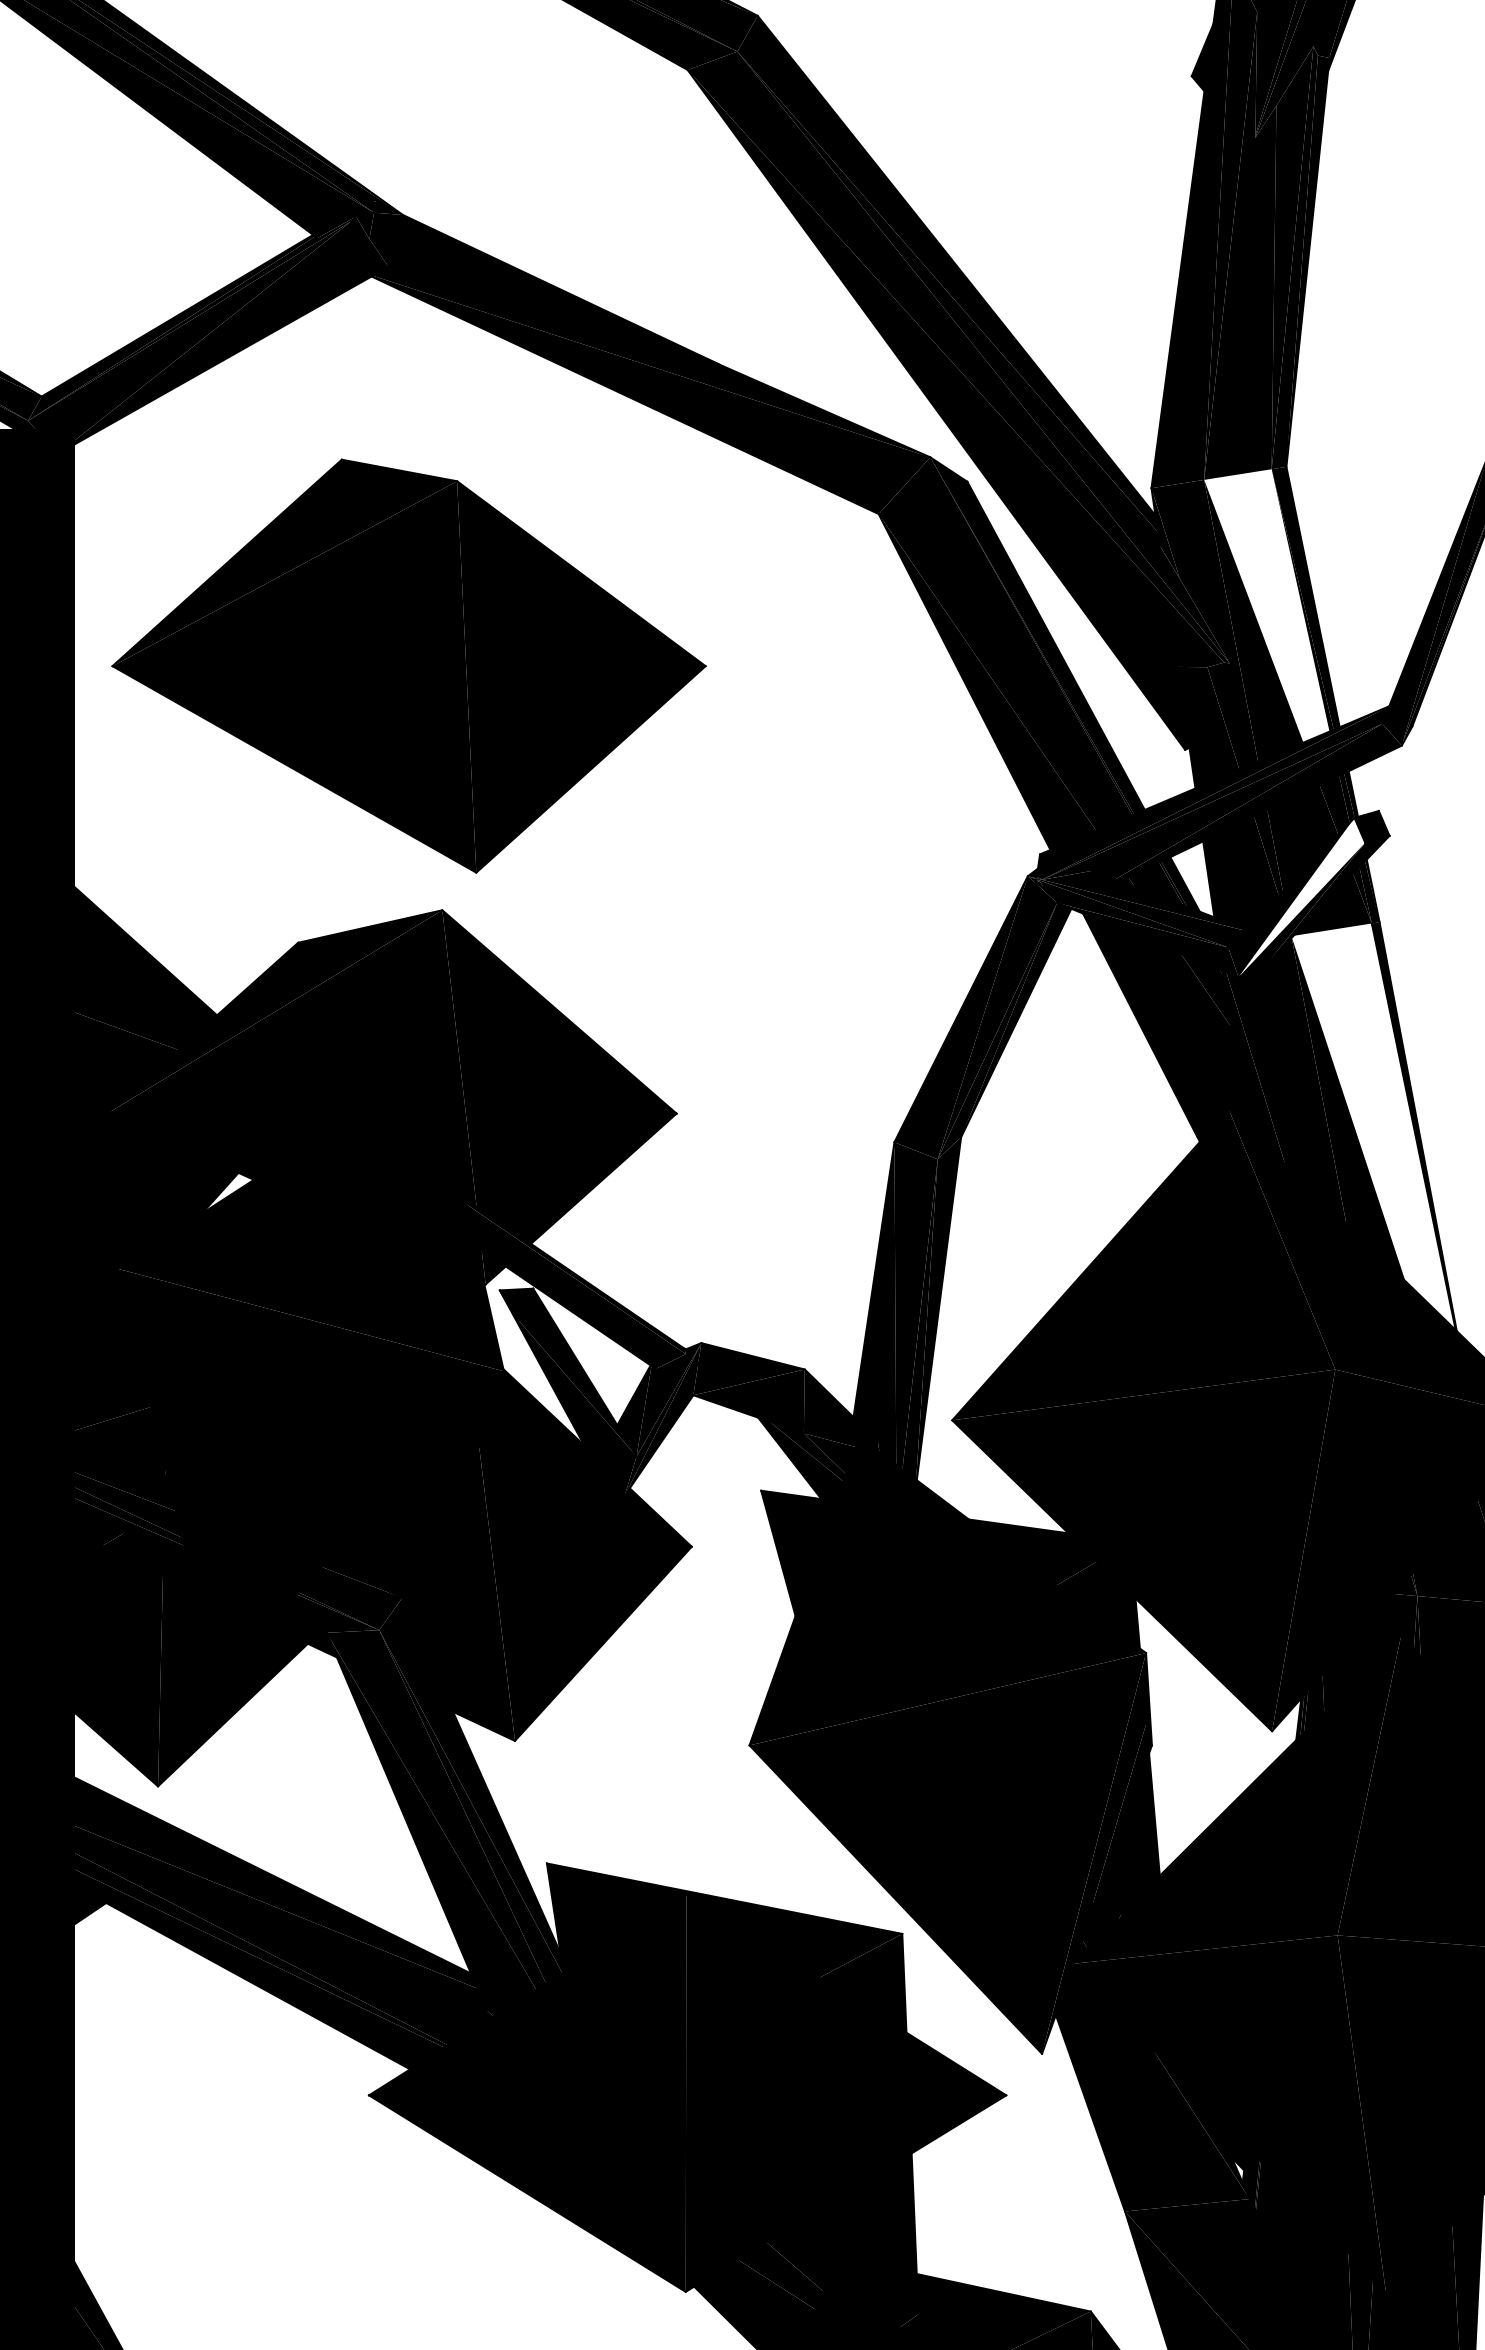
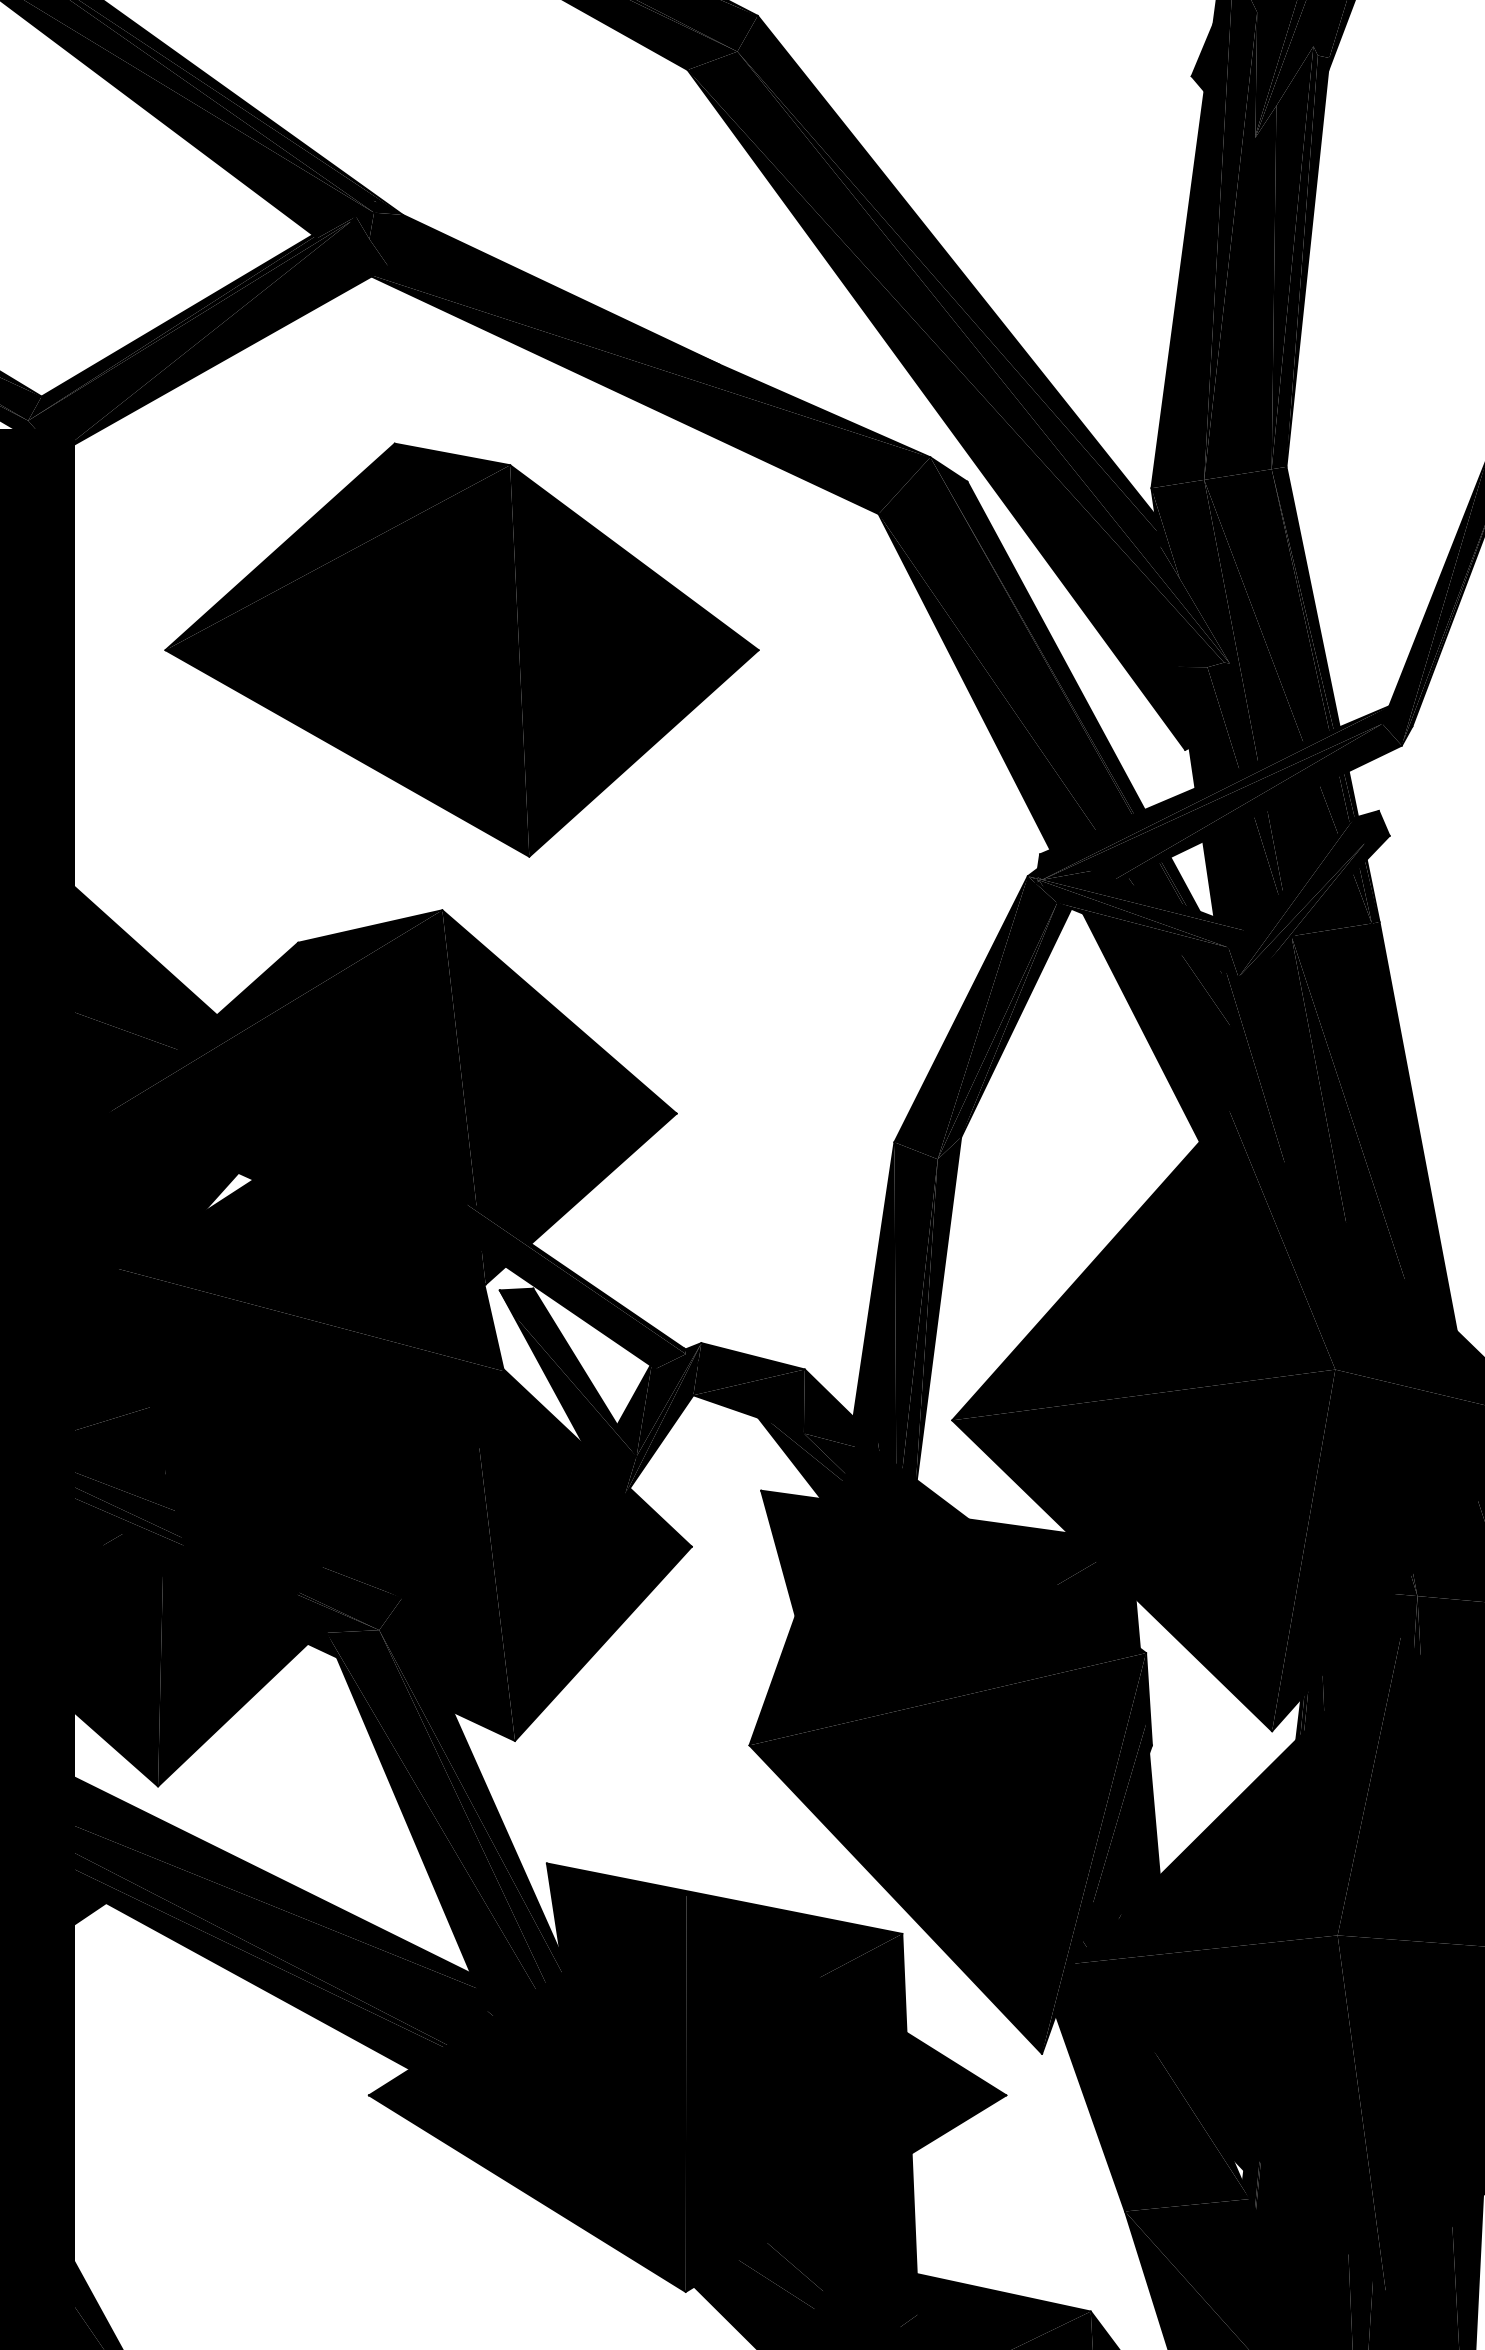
fill at (1266, 605): none -> present
part at (408, 665) position: (408, 665) -> (461, 649)
fill at (1301, 897): none -> present
fill at (1373, 1126): none -> present
